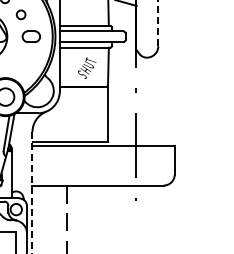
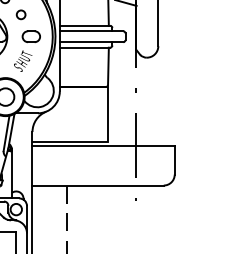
line at (158, 23): dashed -> solid
text at (87, 67) position: (87, 67) -> (23, 60)
line at (32, 192): dashed -> solid
